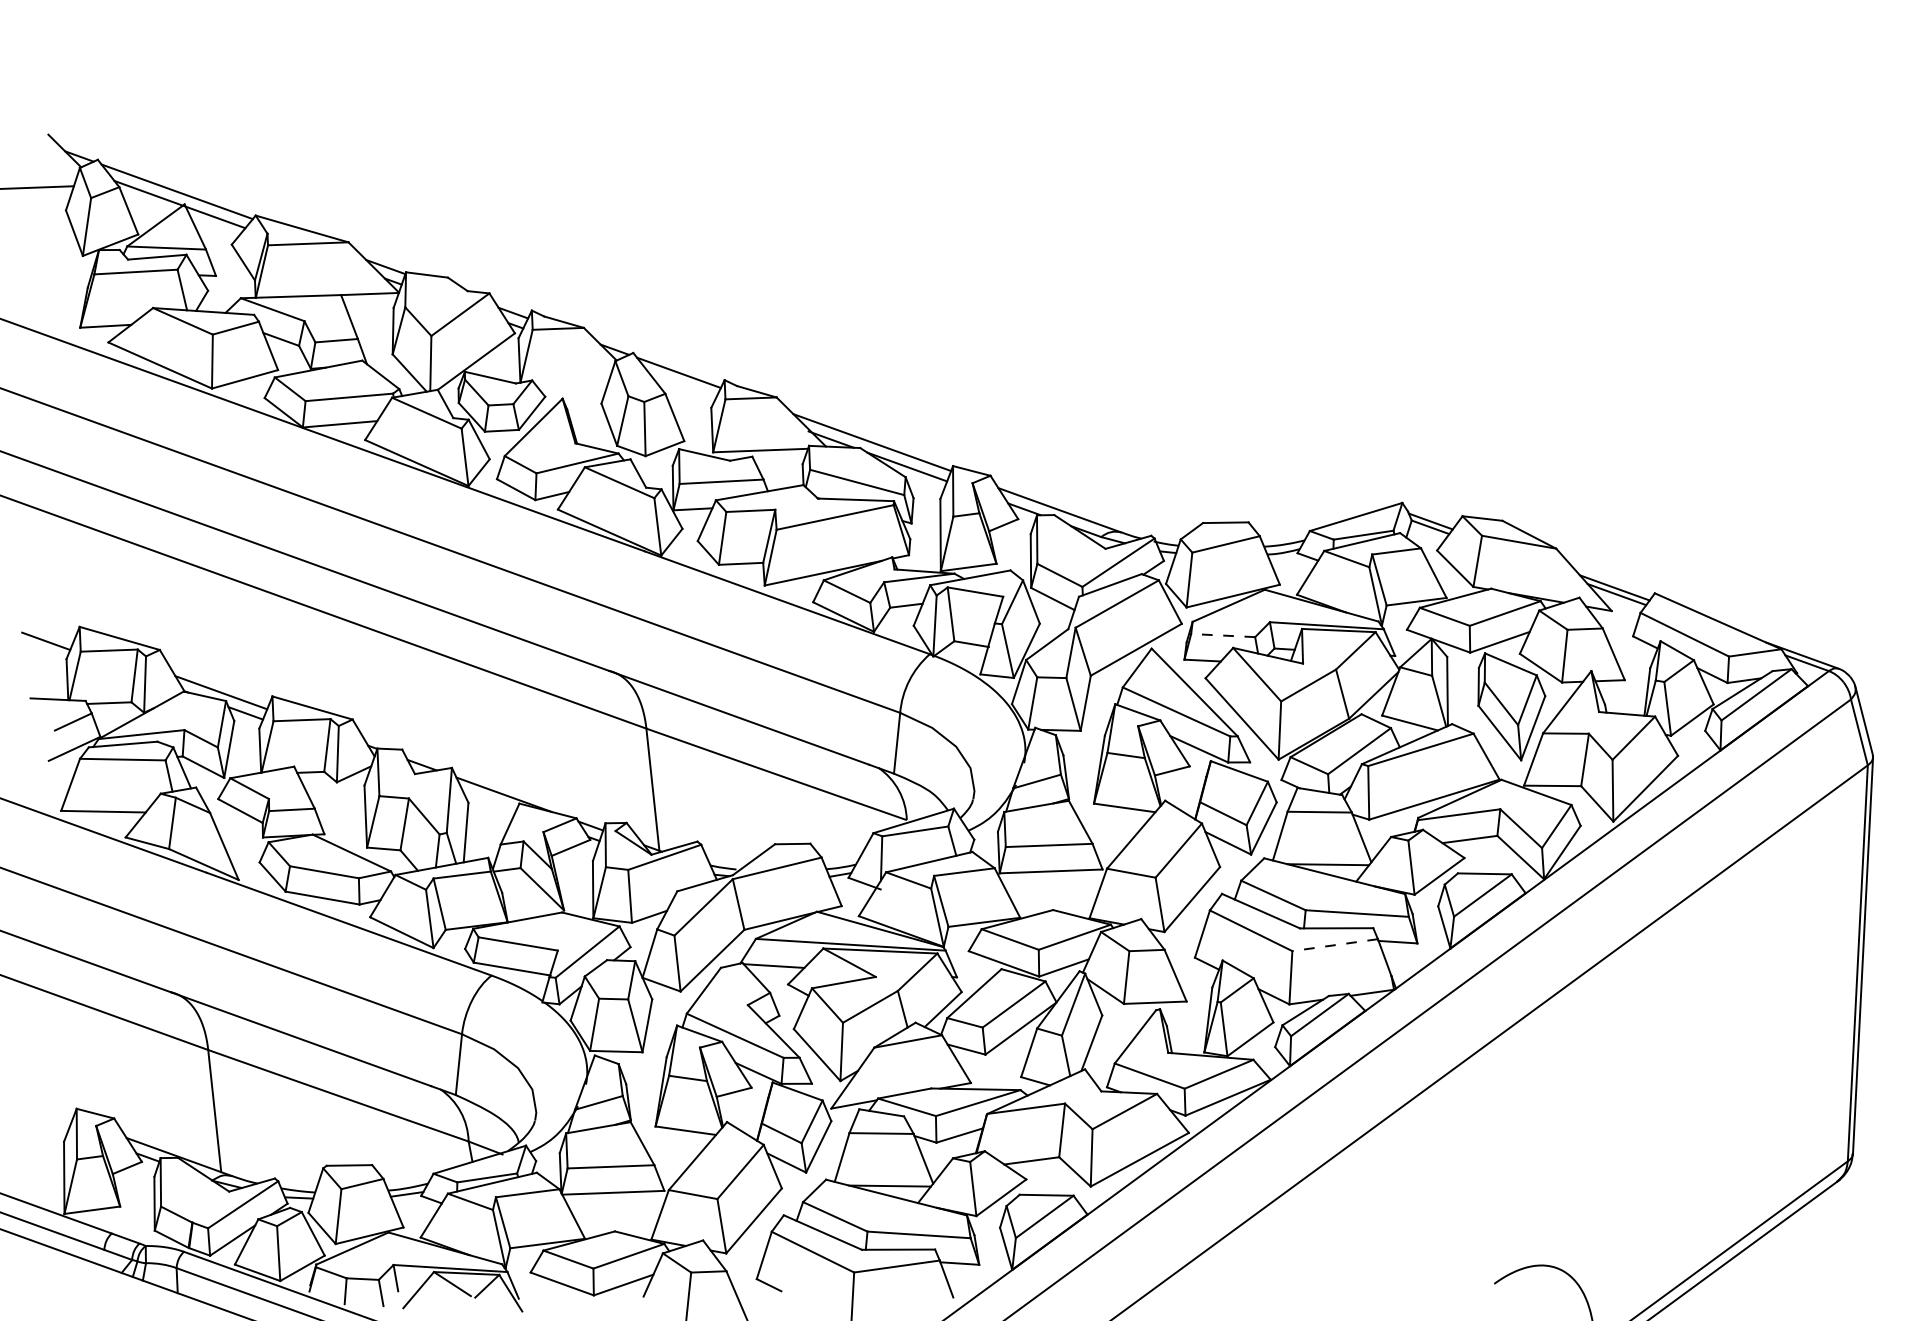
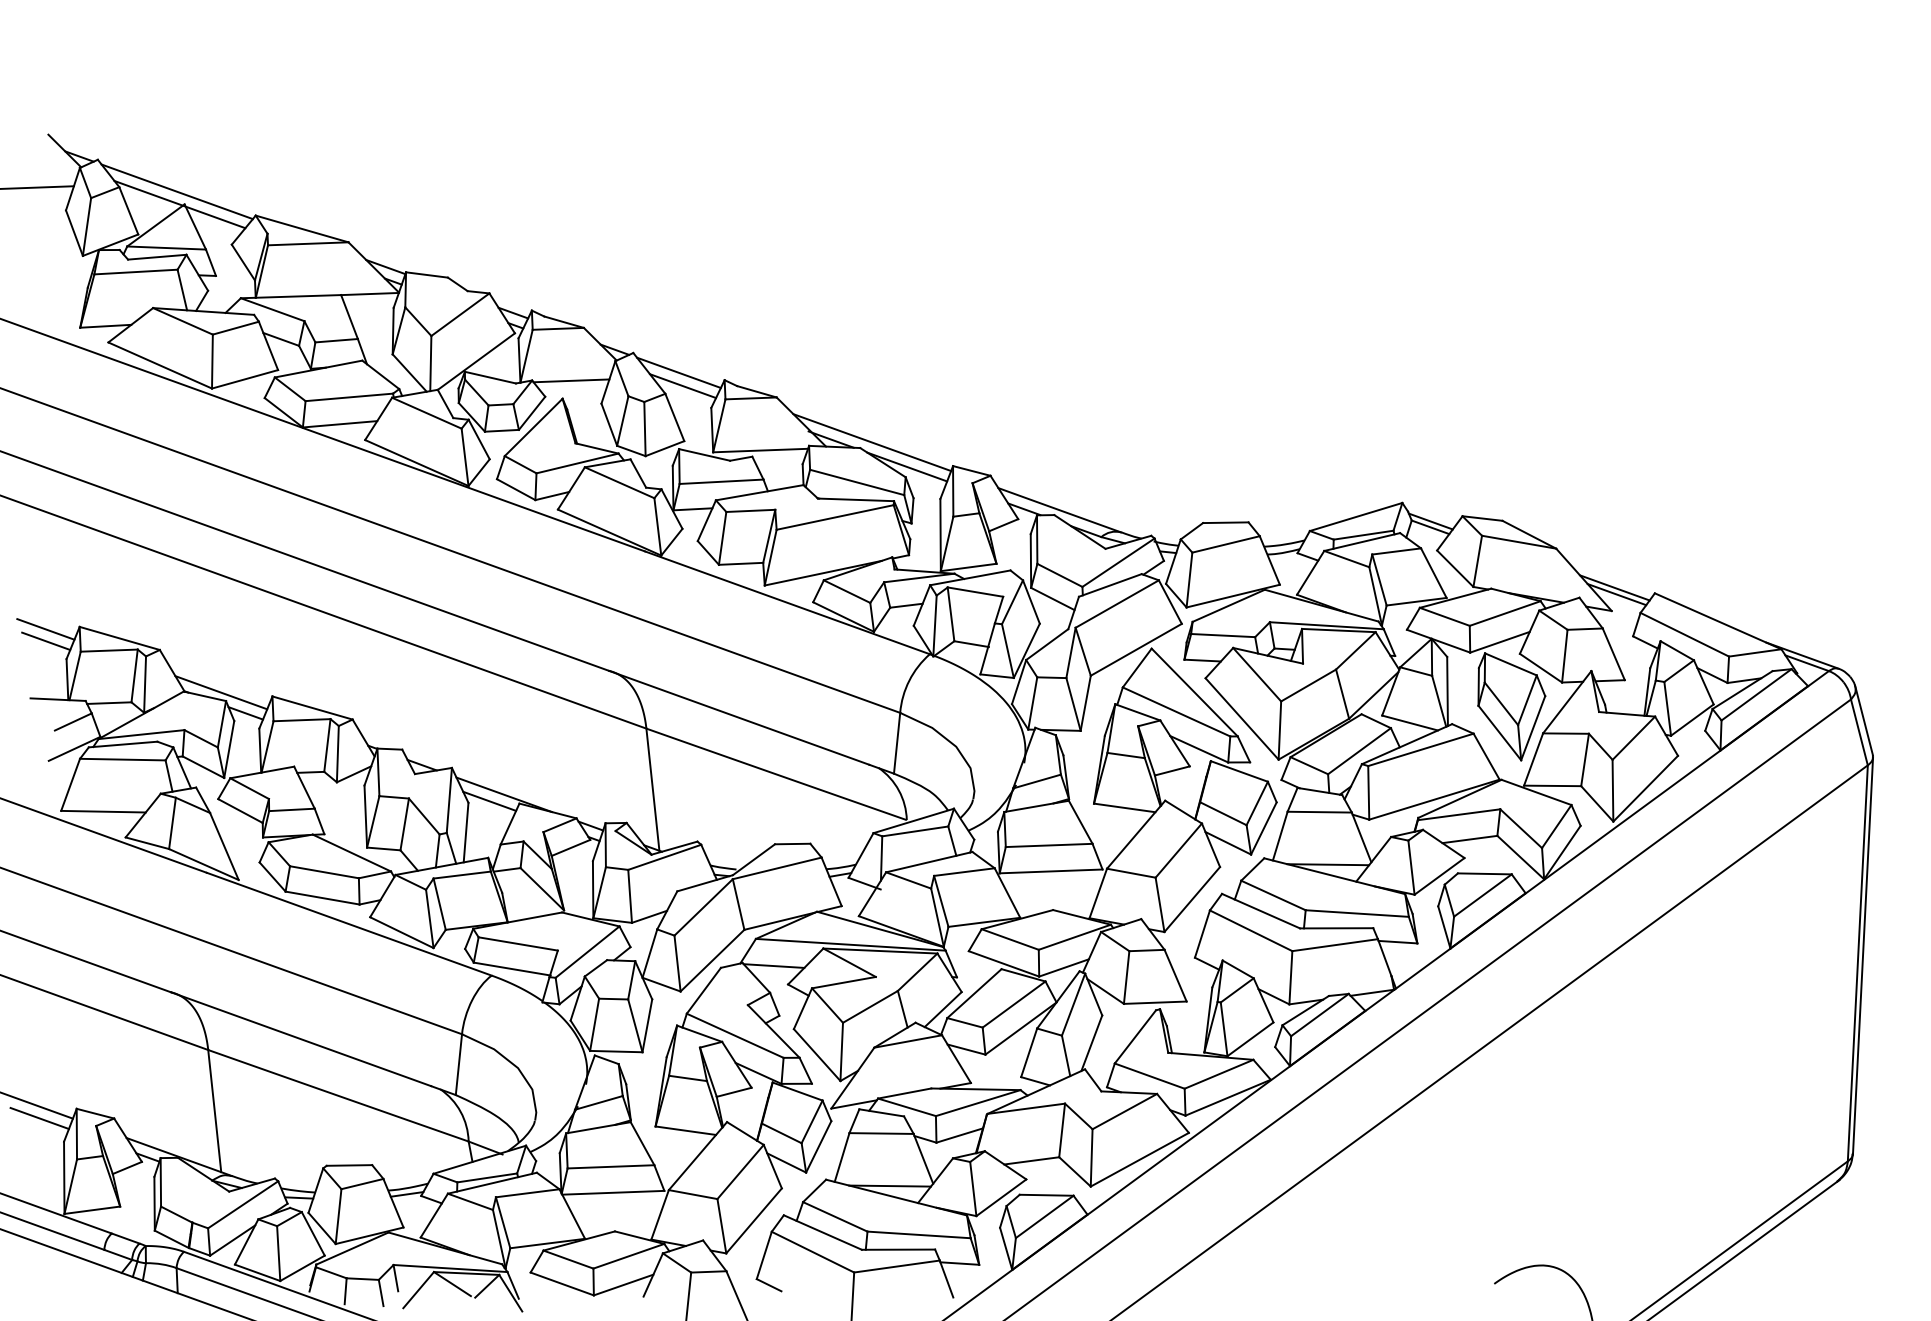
line at (571, 380): none -> present
line at (682, 386): none -> present
line at (45, 629): none -> present
line at (1222, 635): dashed -> solid
line at (489, 800): none -> present
line at (1334, 945): dashed -> solid
line at (37, 1105): none -> present
line at (39, 1118): none -> present
